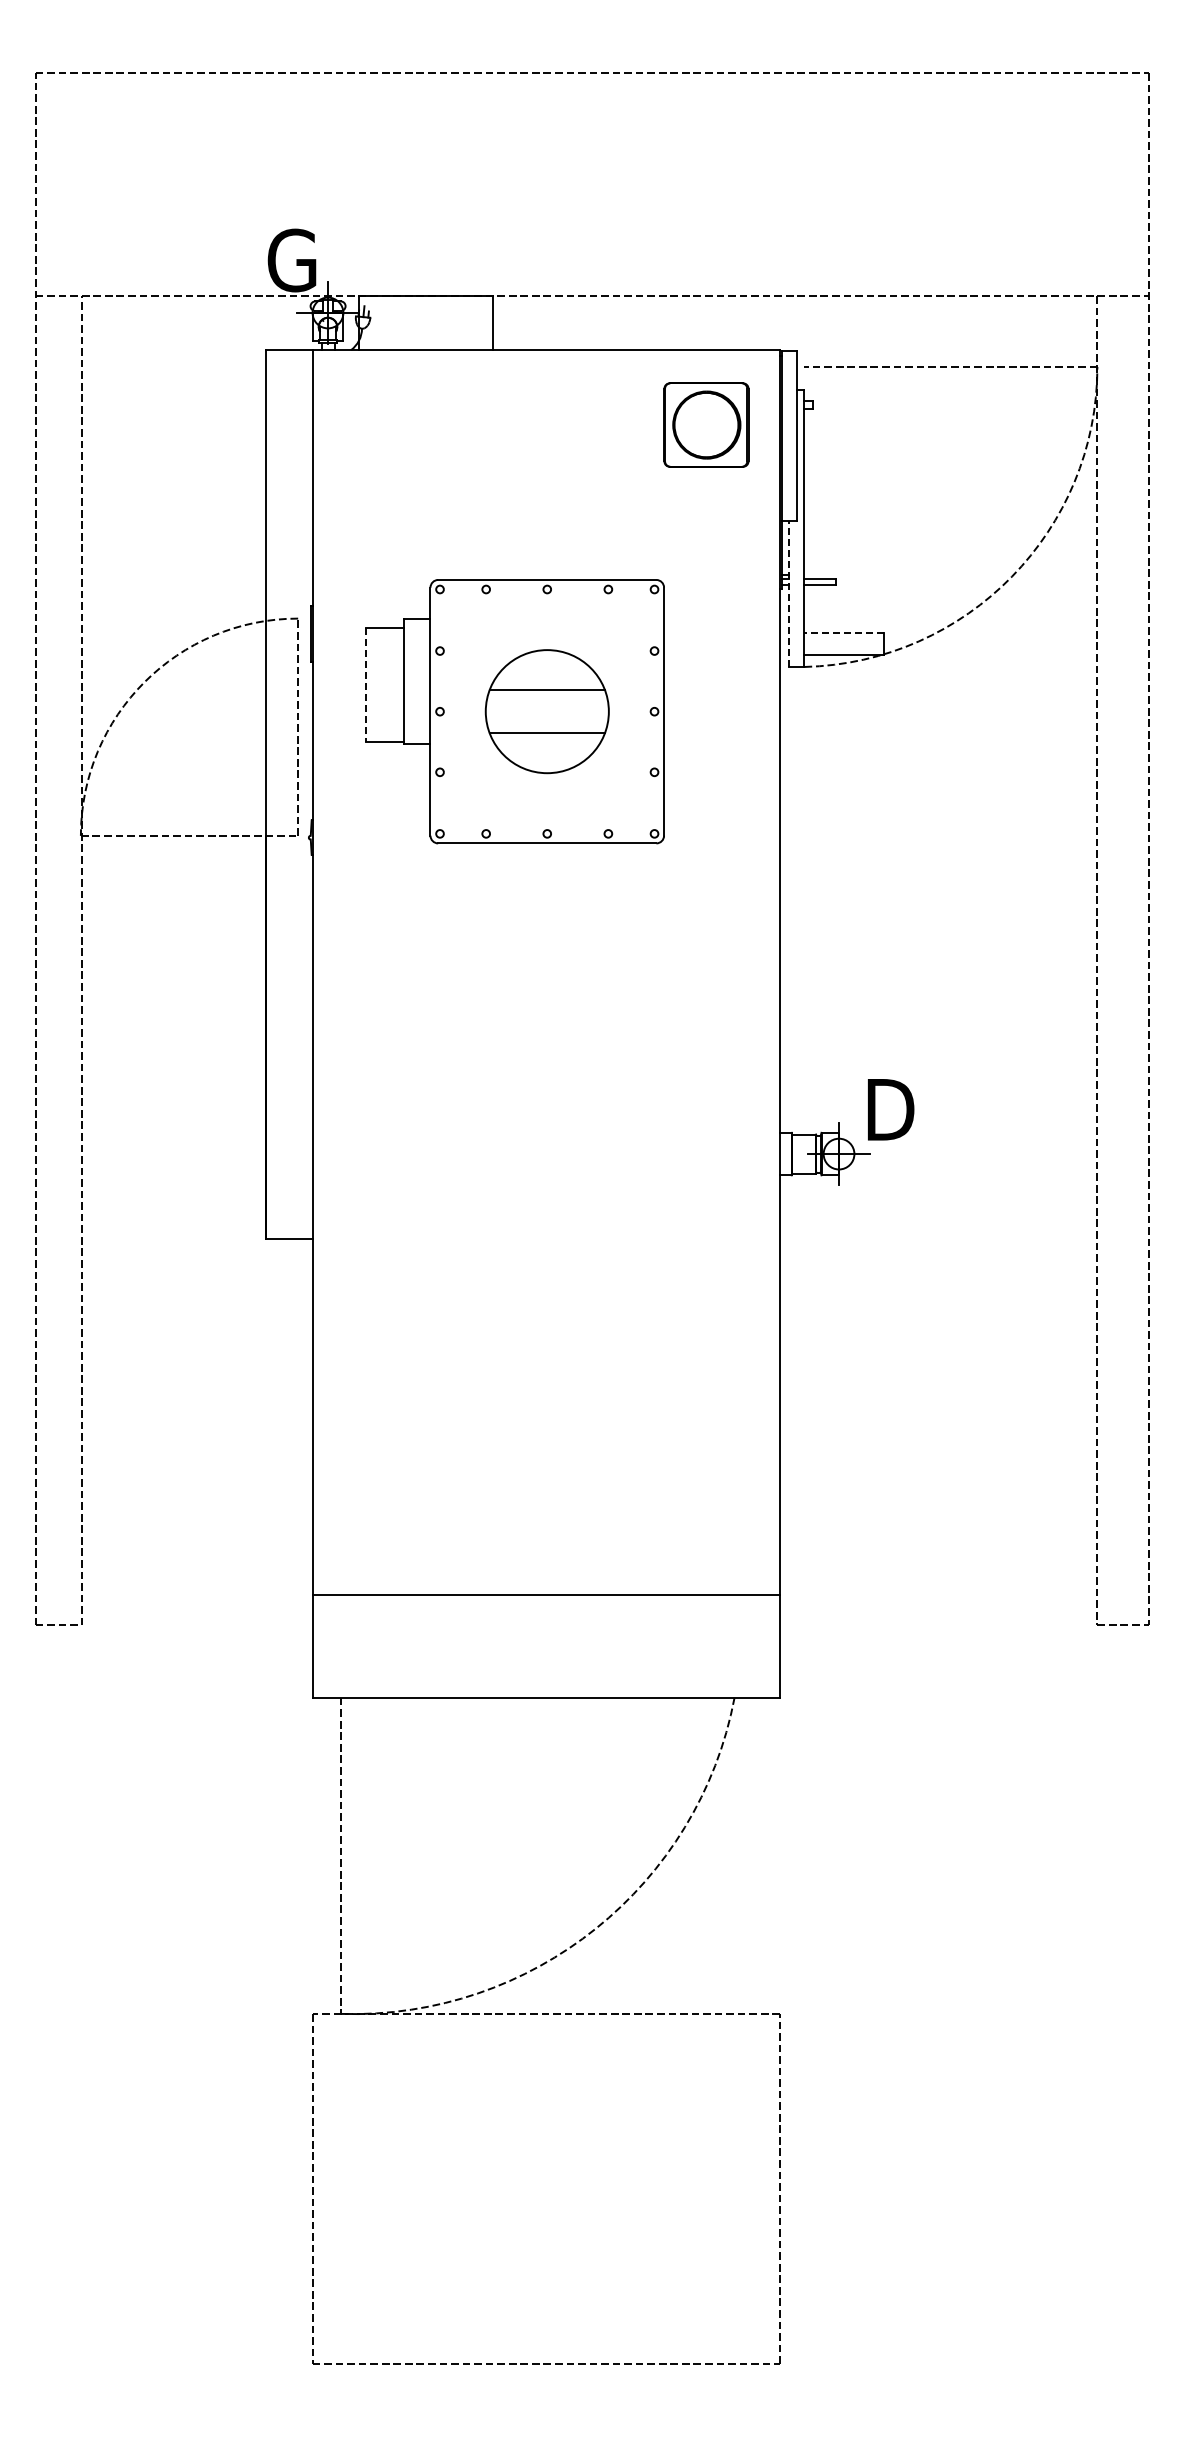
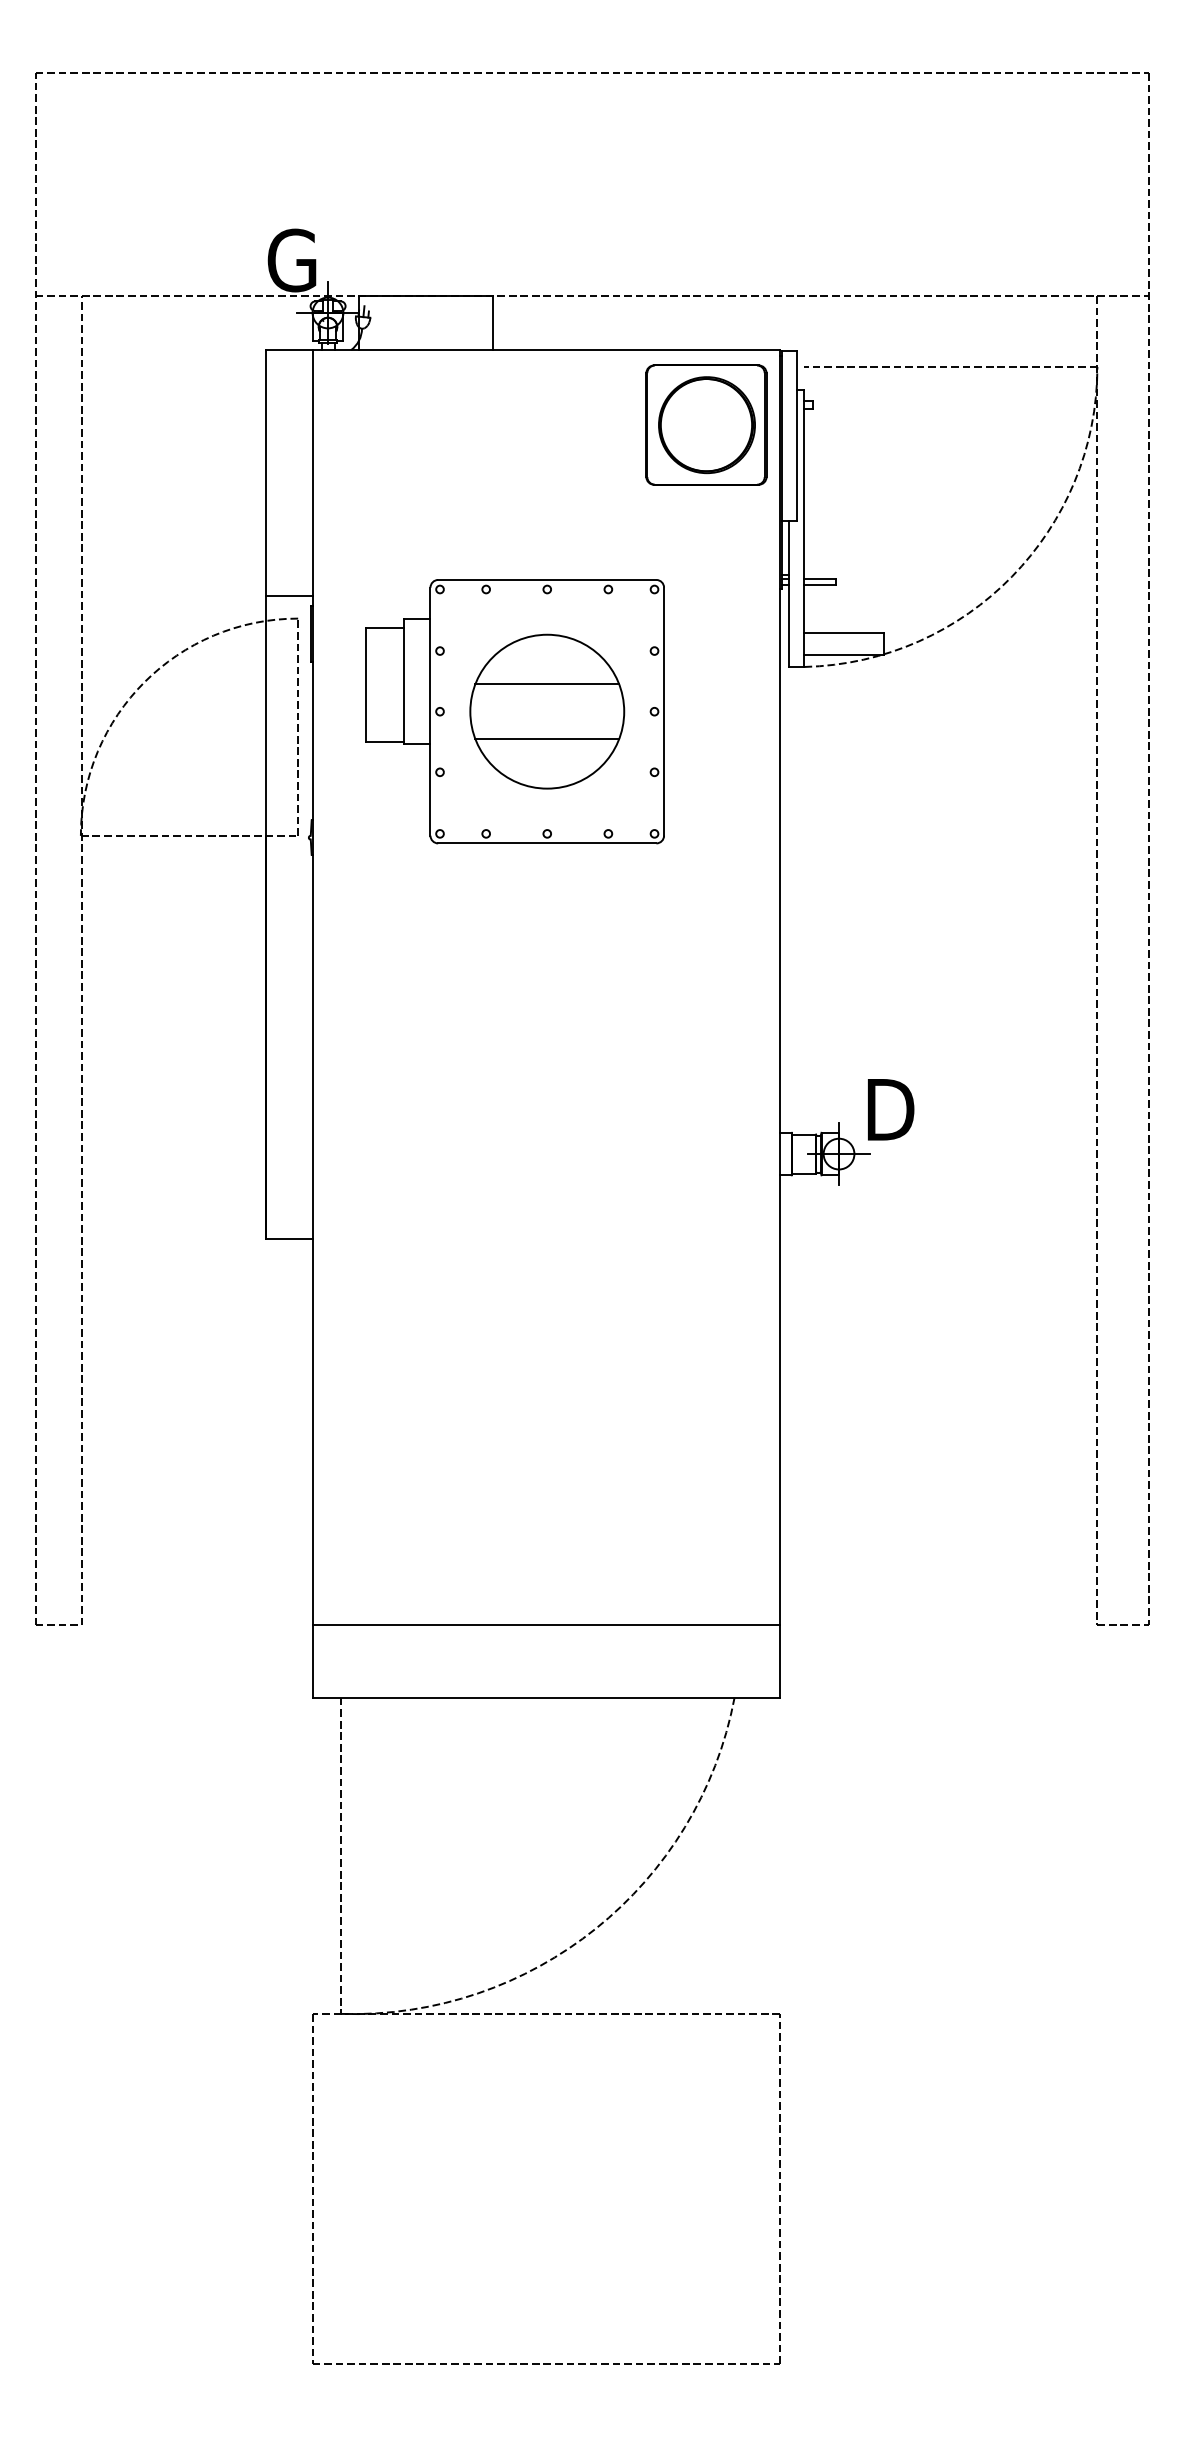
part at (706, 424) size: 87x86 px -> 123x122 px
line at (789, 593): dashed -> solid
line at (289, 596): none -> present
line at (844, 632): dashed -> solid
line at (366, 685): dashed -> solid
part at (546, 711) size: 126x126 px -> 157x157 px
line at (546, 1595) position: (546, 1595) -> (546, 1625)
